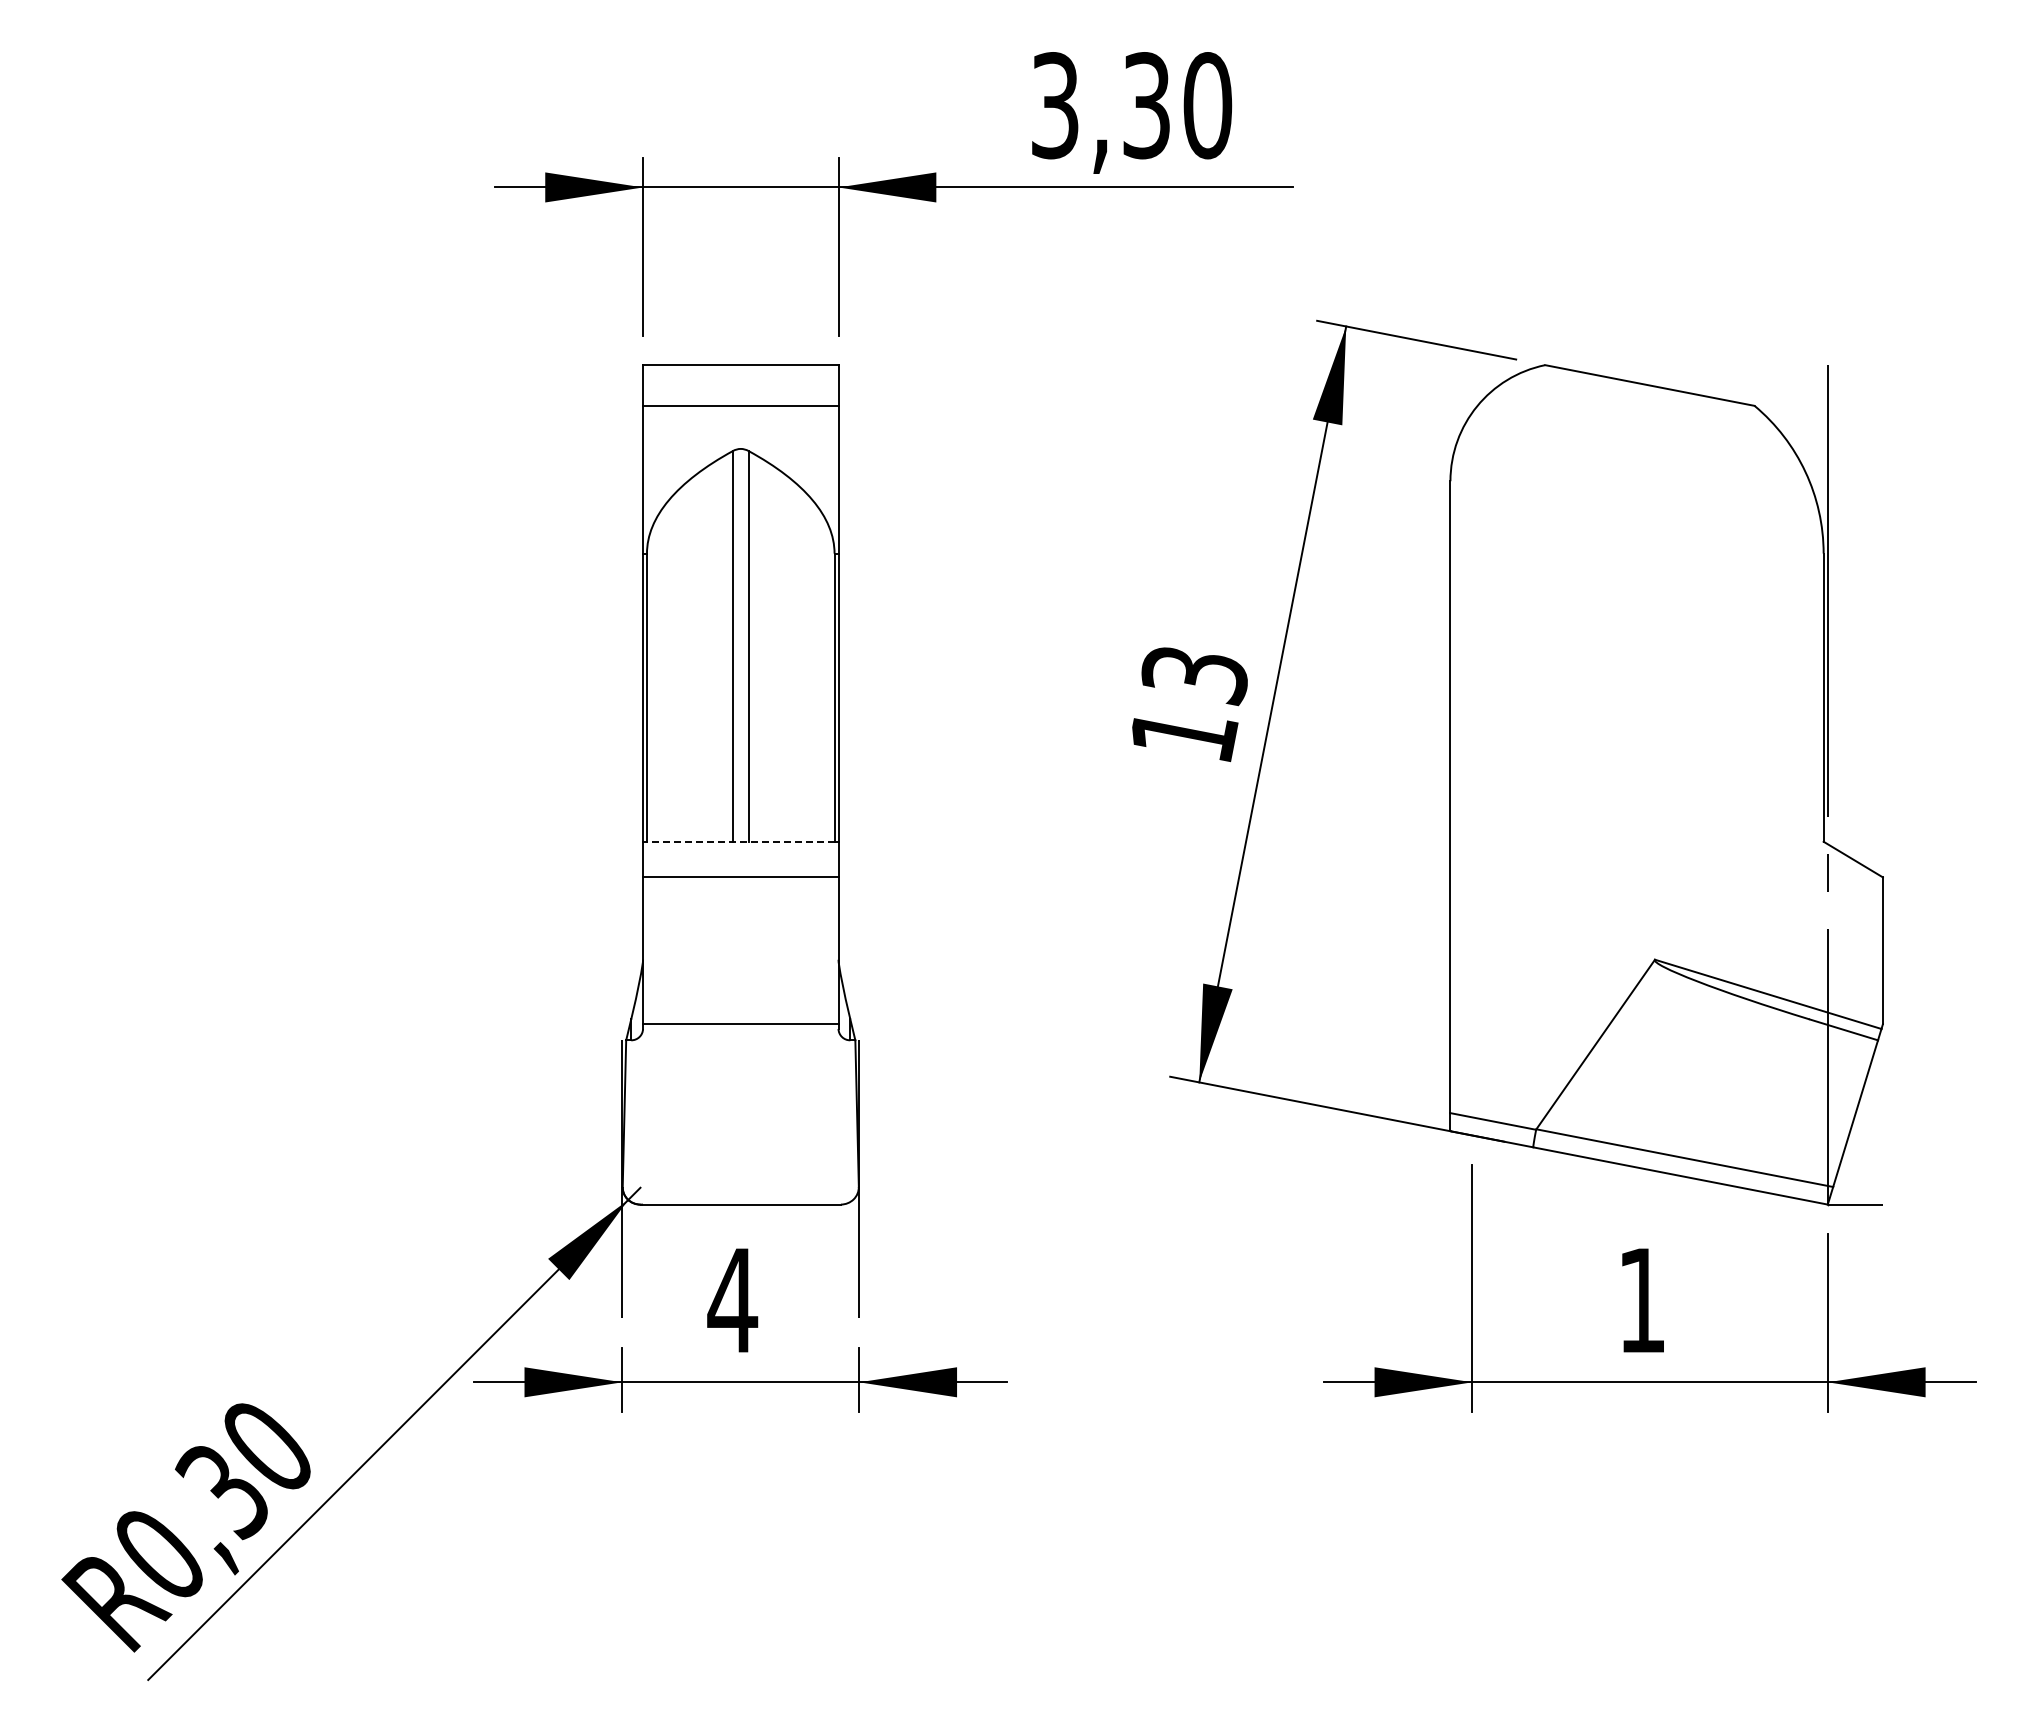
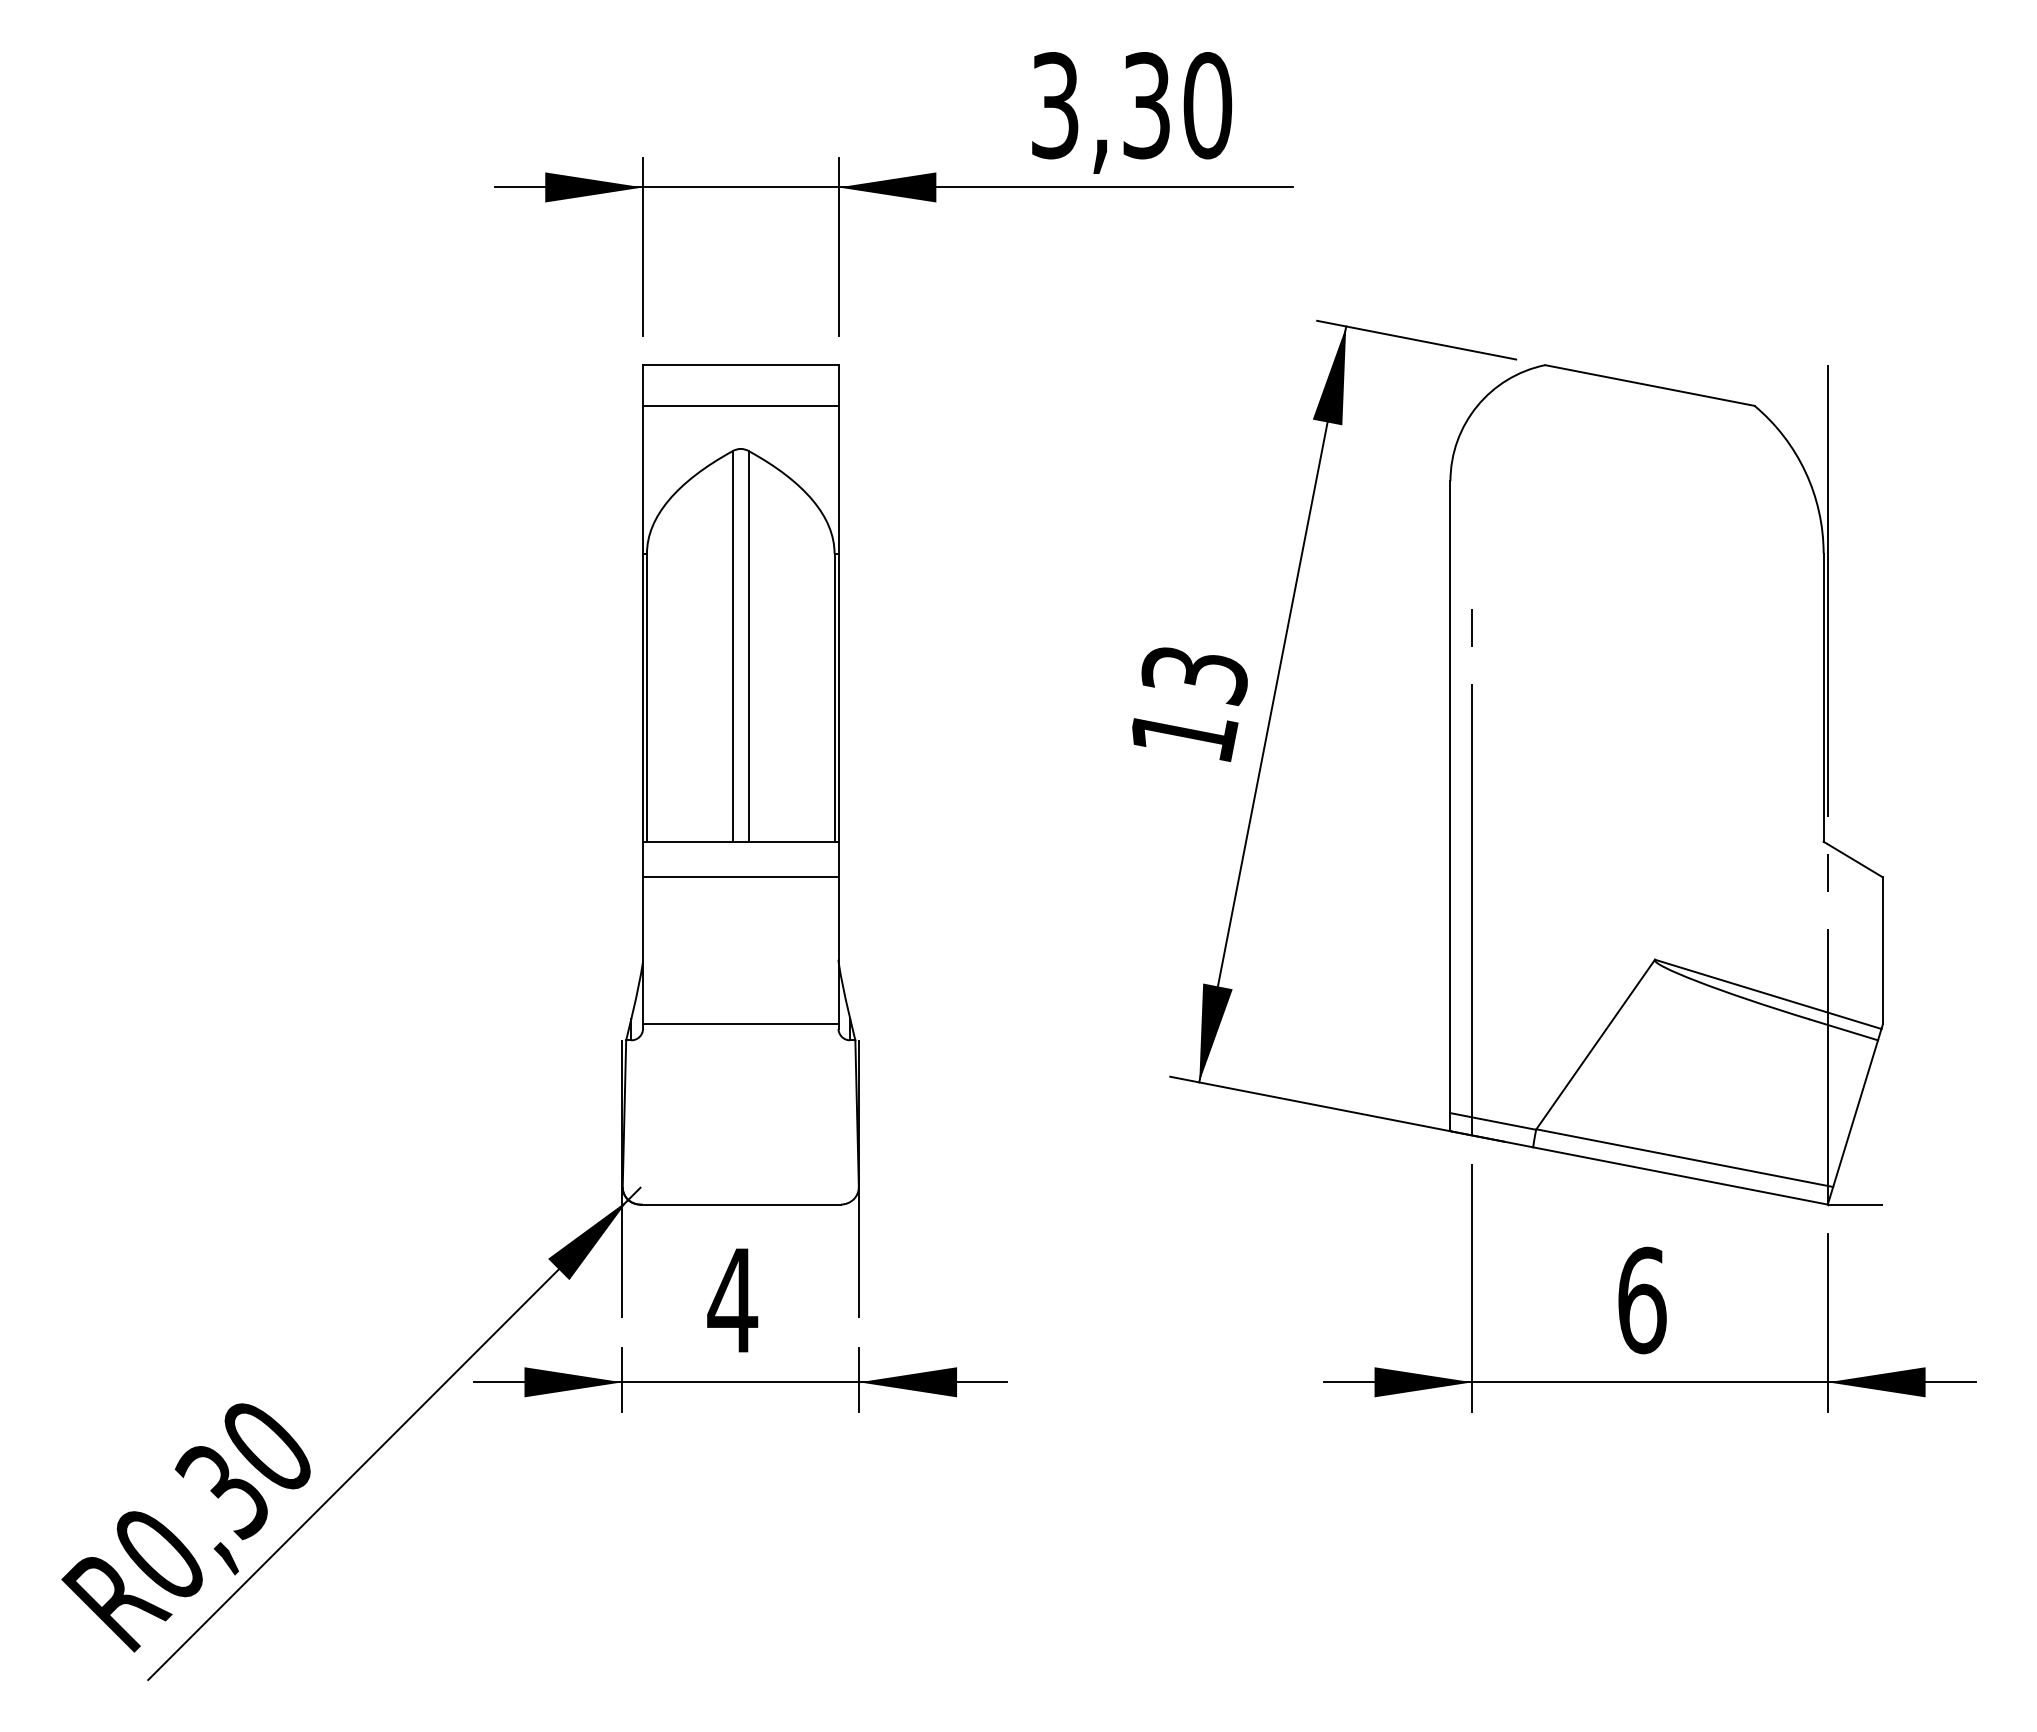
line at (740, 841): dashed -> solid
line at (1472, 871): none -> present
text at (1642, 1300): 1 -> 6
